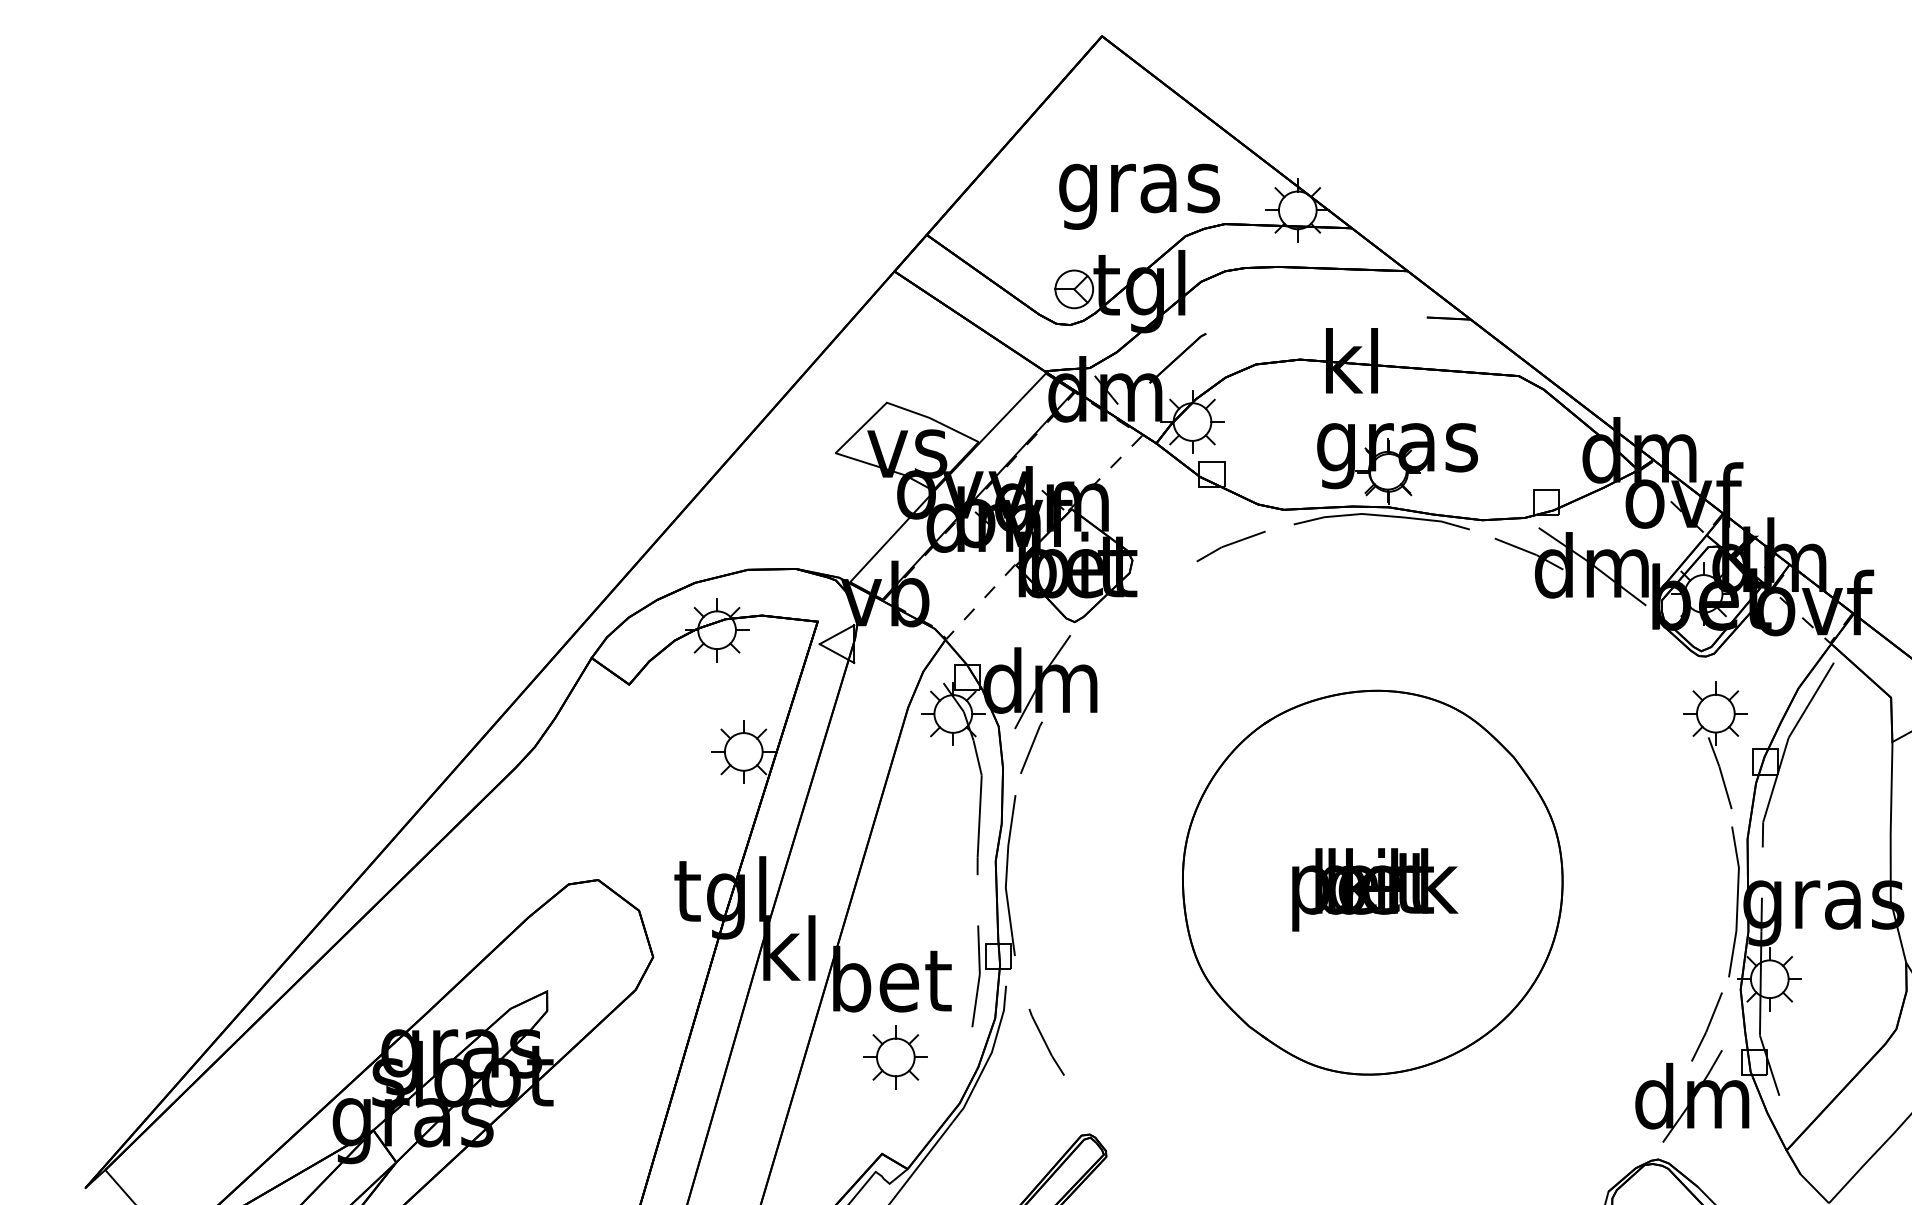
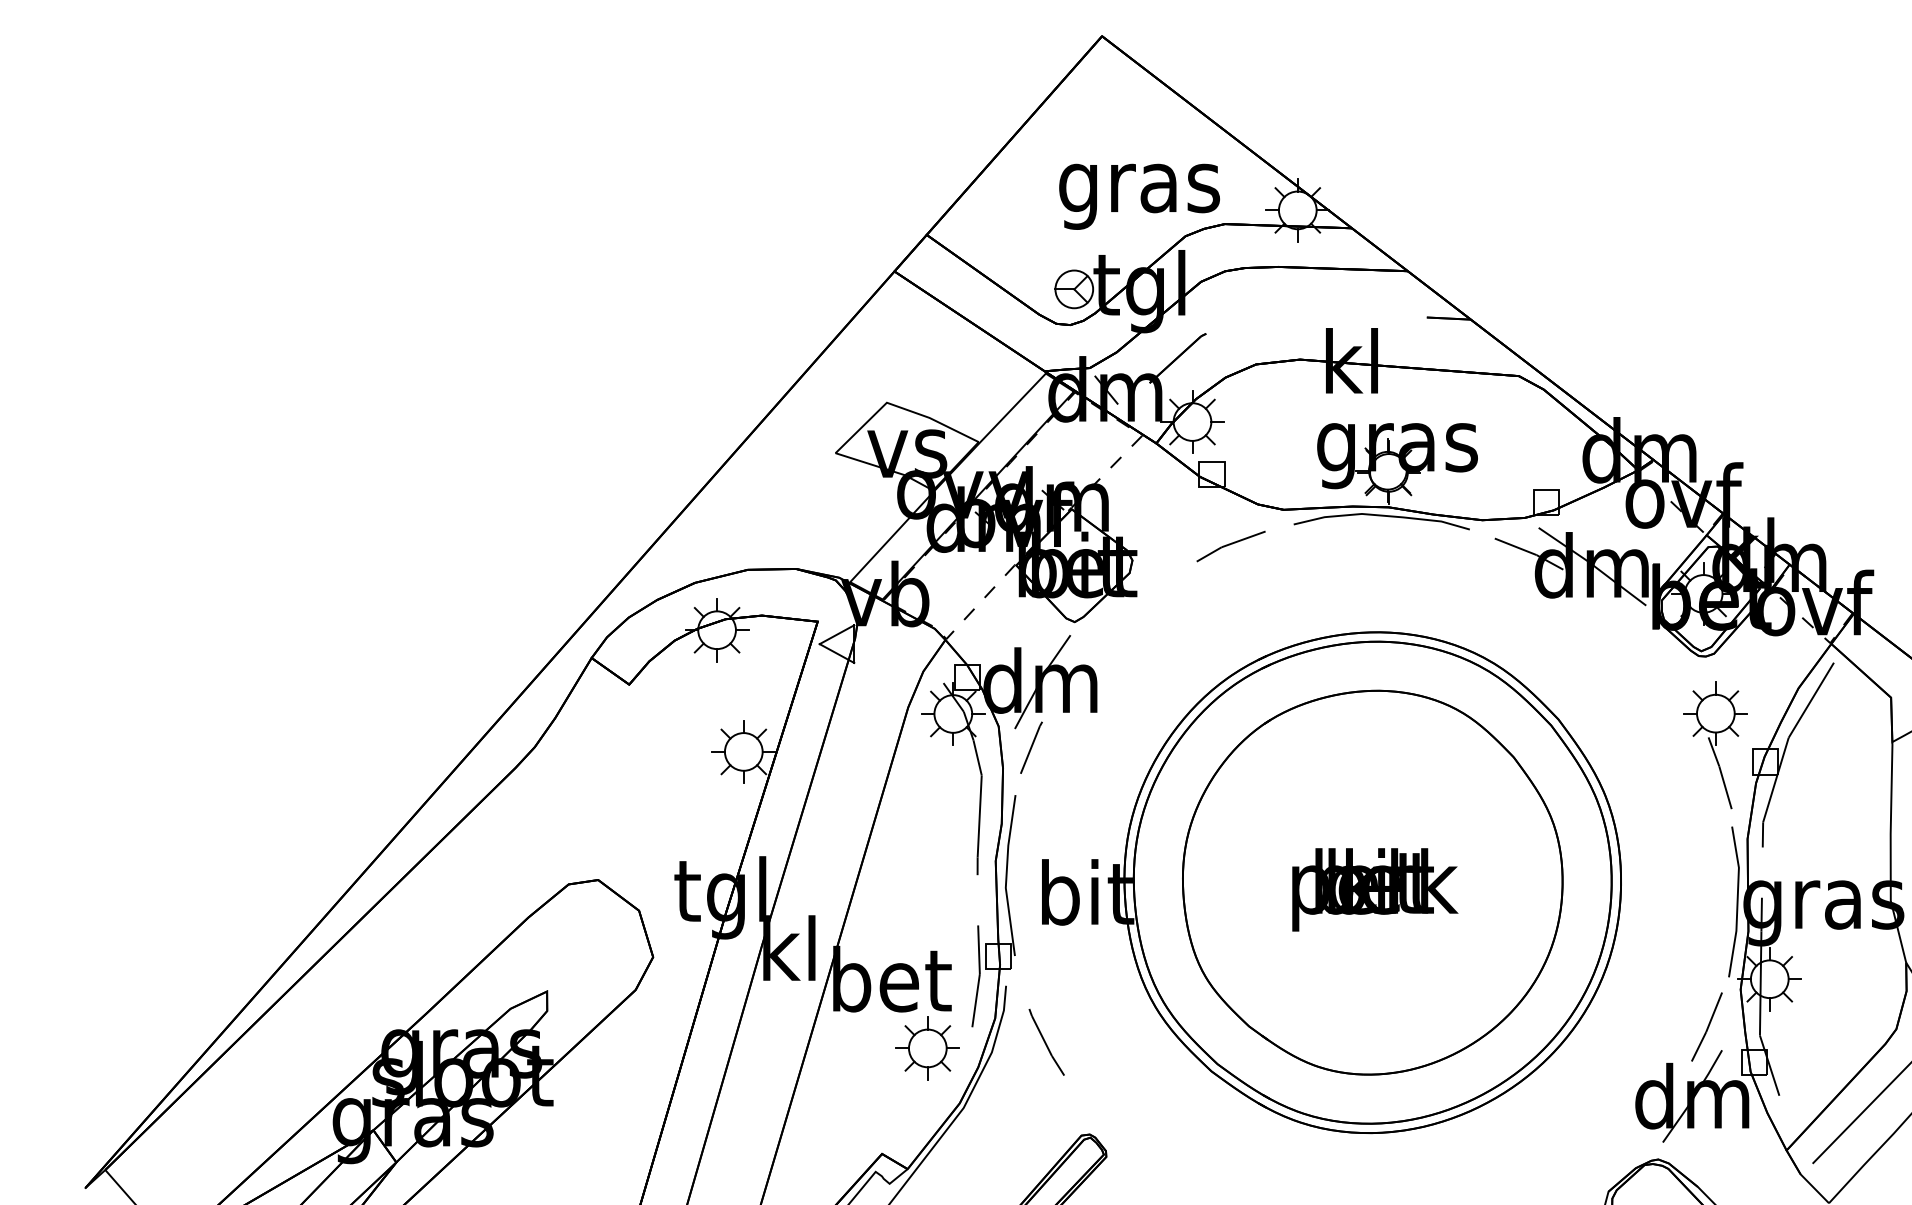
part at (1331, 882): none -> present
part at (895, 1057) position: (895, 1057) -> (927, 1048)
line at (1860, 1114): none -> present
